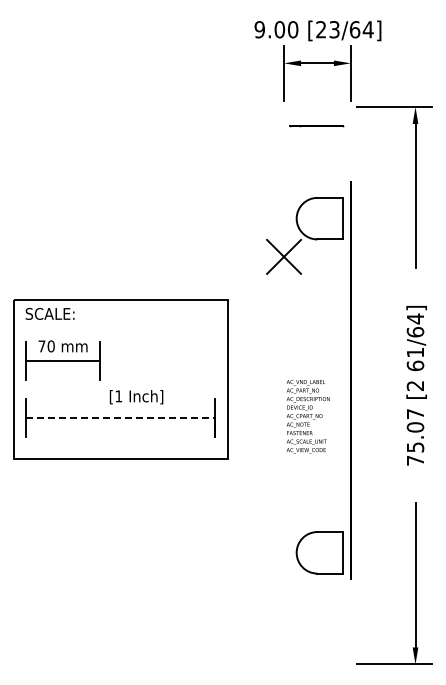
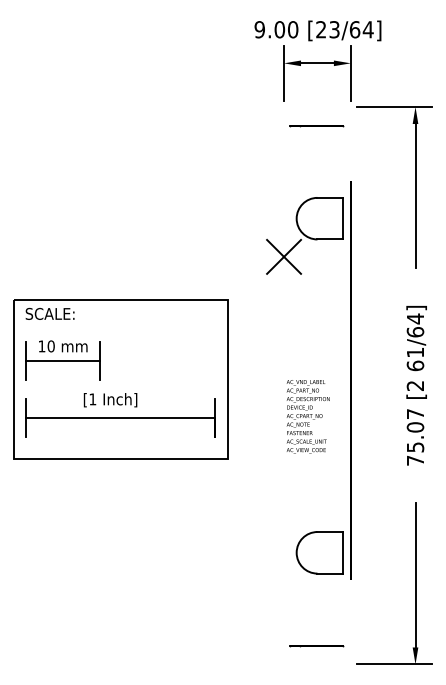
text at (41, 346): 70 -> 10
text at (136, 397) position: (136, 397) -> (110, 400)
line at (120, 418): dashed -> solid
line at (316, 646): none -> present
